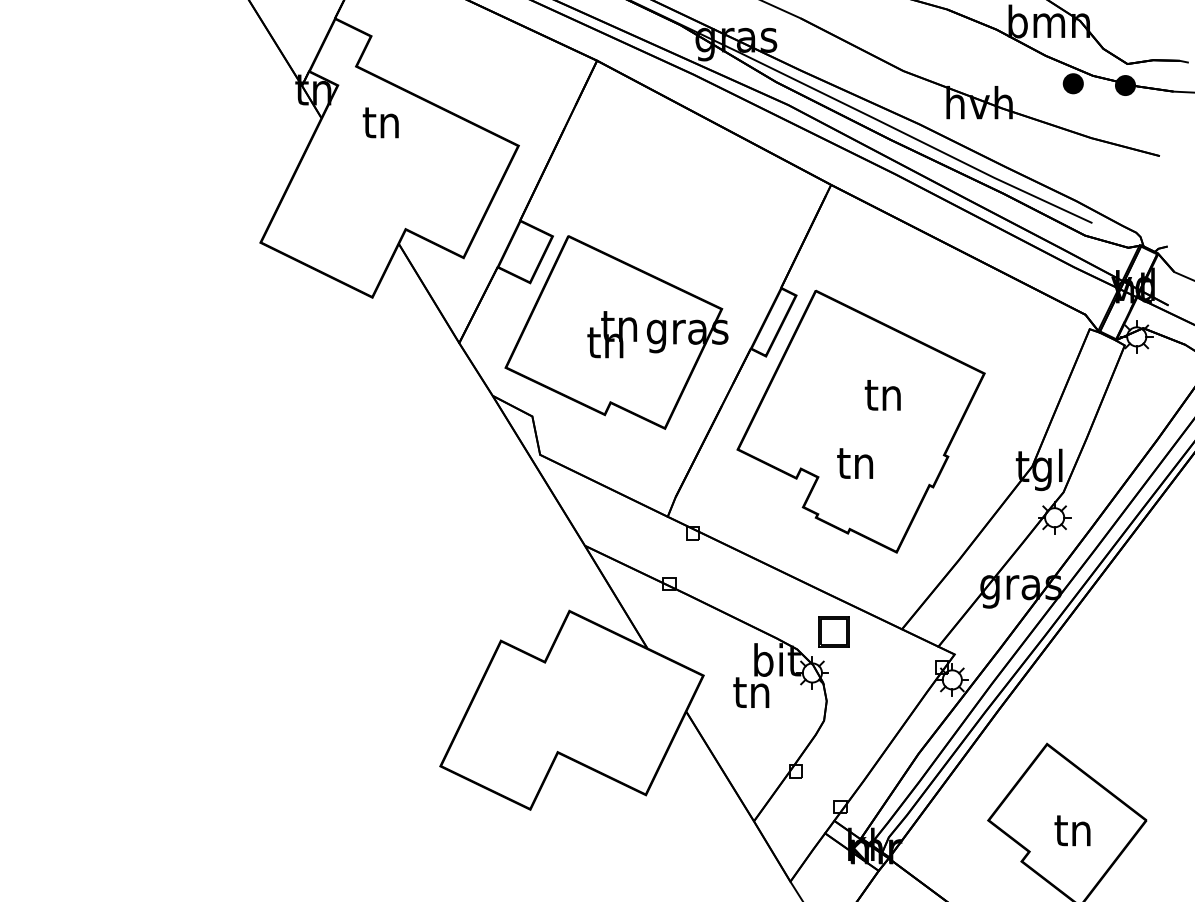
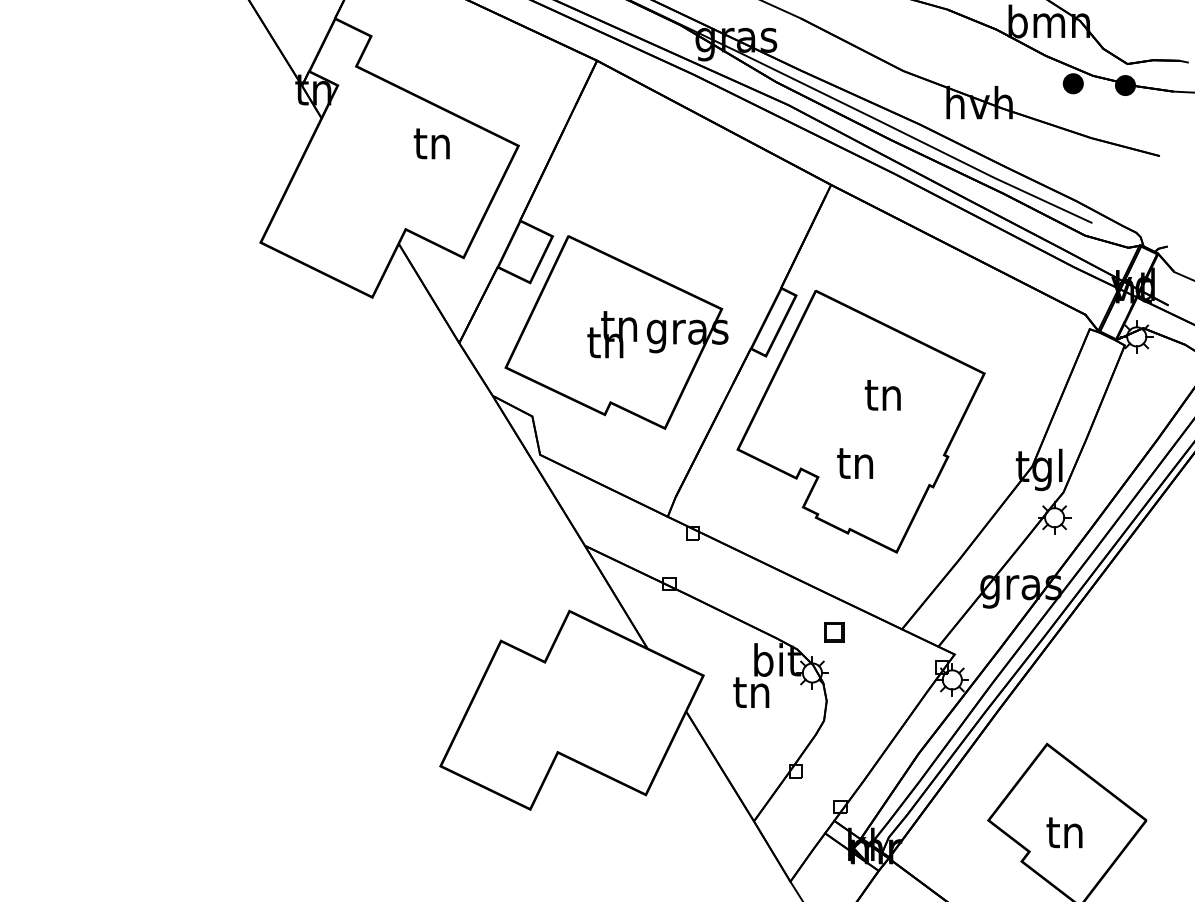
text at (380, 122) position: (380, 122) -> (431, 143)
part at (833, 631) size: 32x32 px -> 21x21 px
text at (1072, 830) position: (1072, 830) -> (1064, 832)
